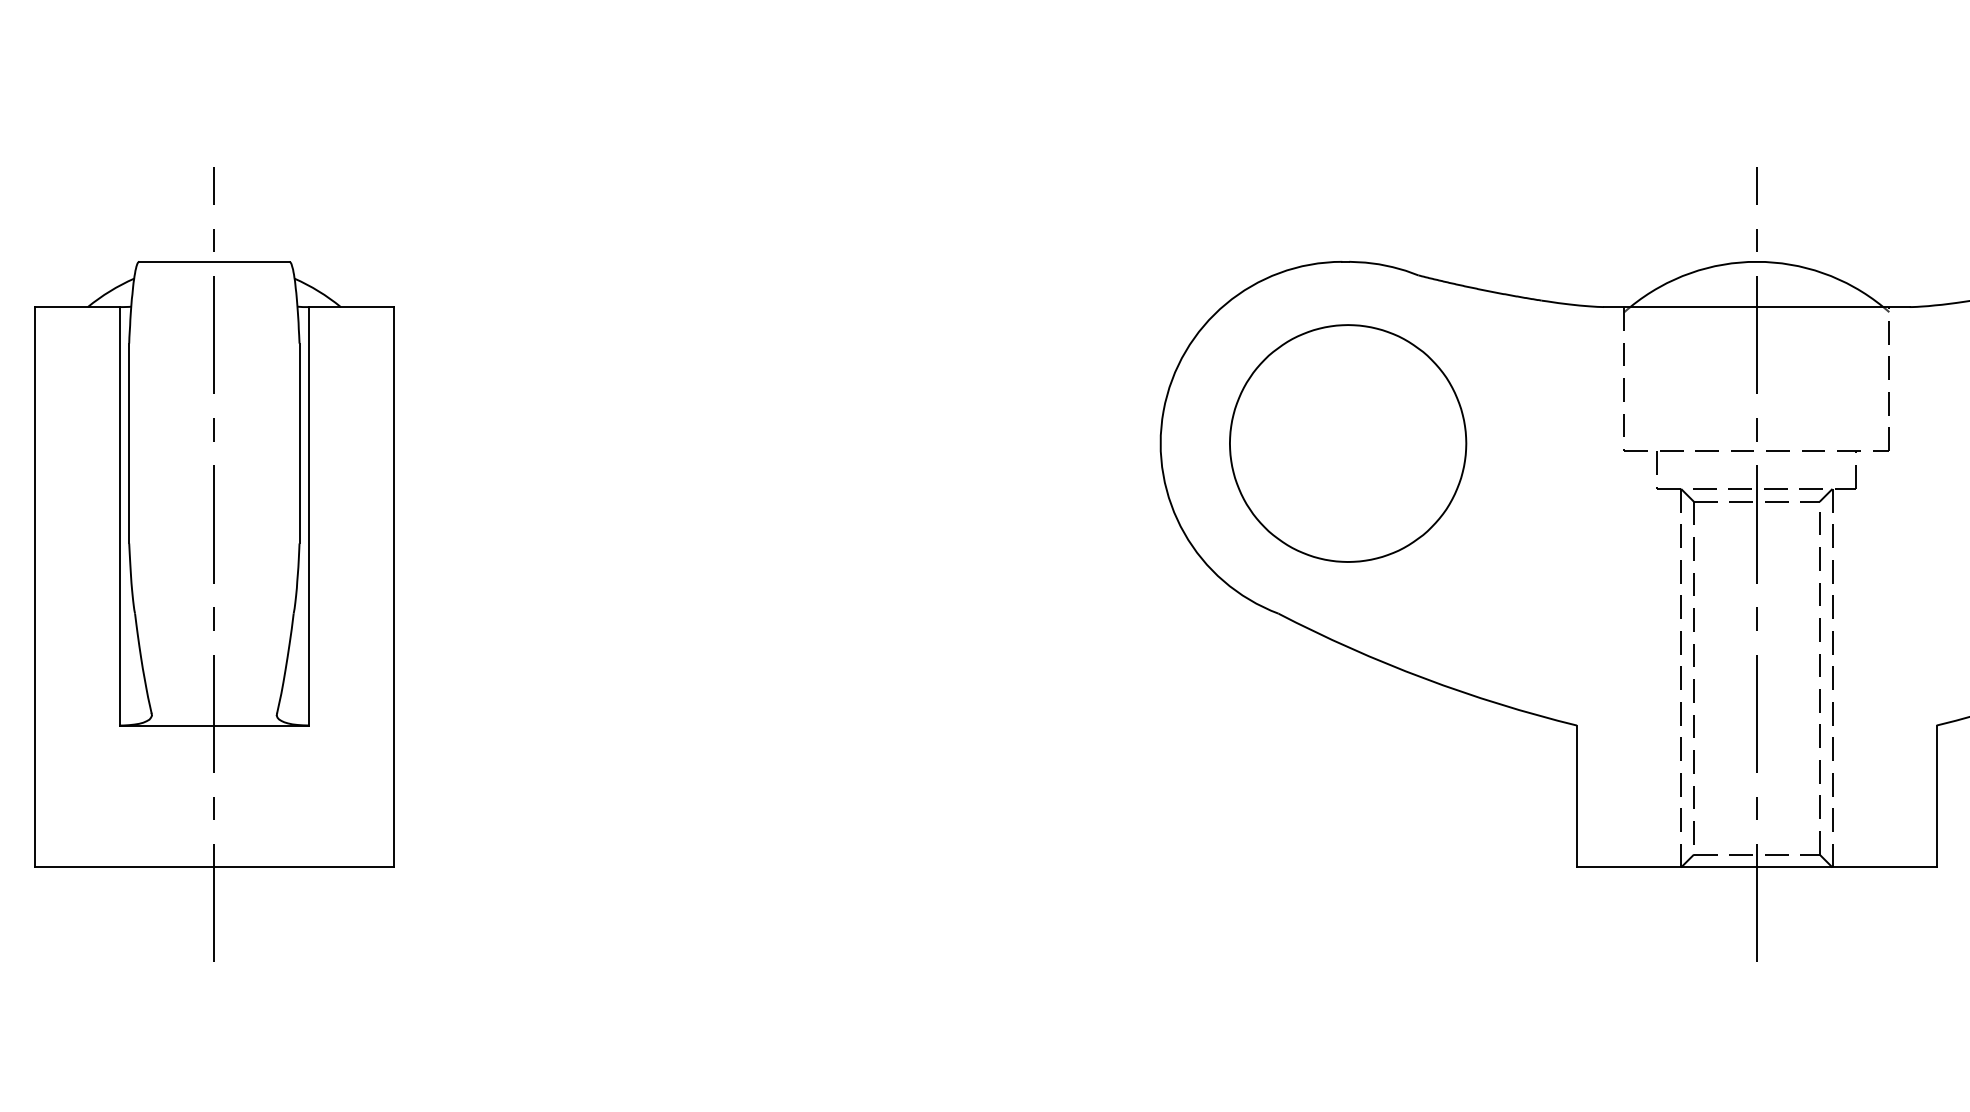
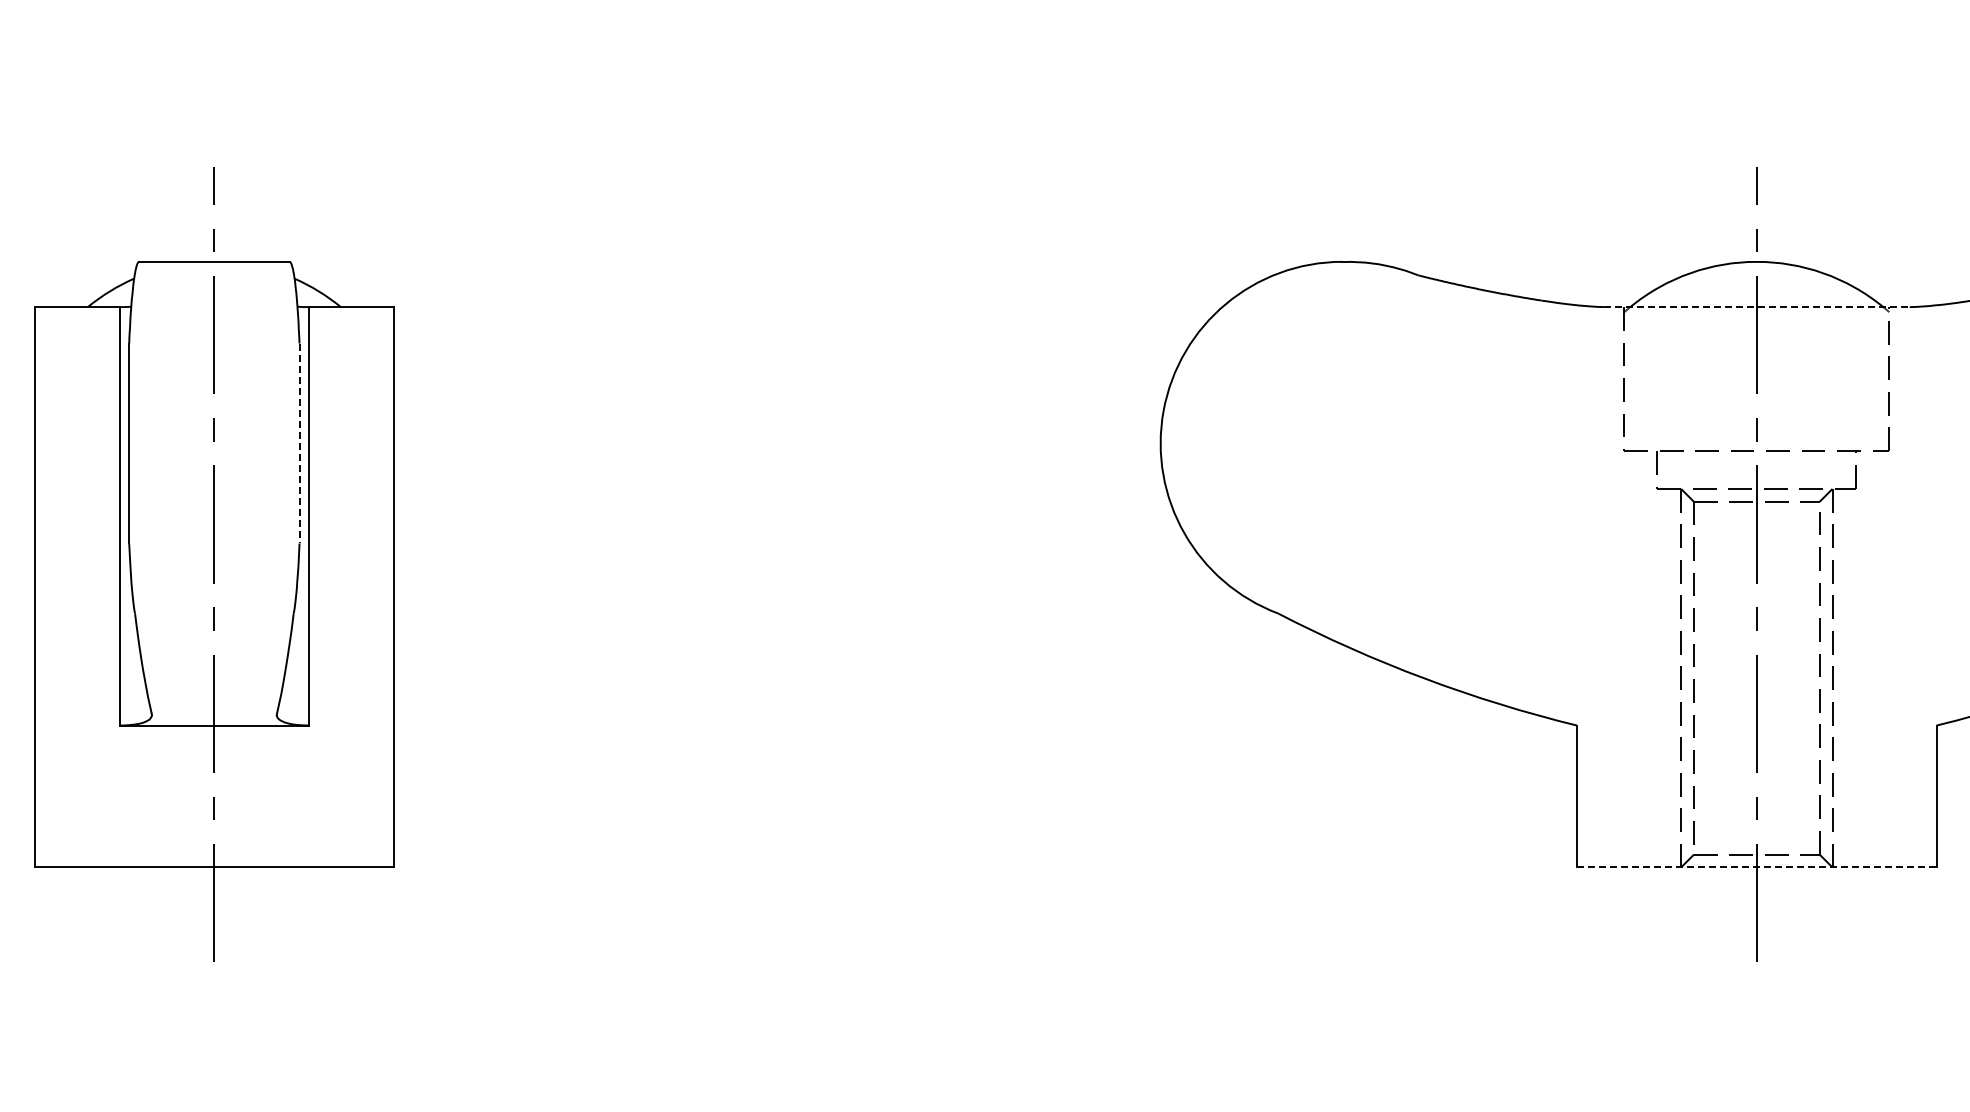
line at (1756, 307): solid -> dashed
line at (299, 443): solid -> dashed
part at (1348, 443): present -> none
line at (1756, 867): solid -> dashed
